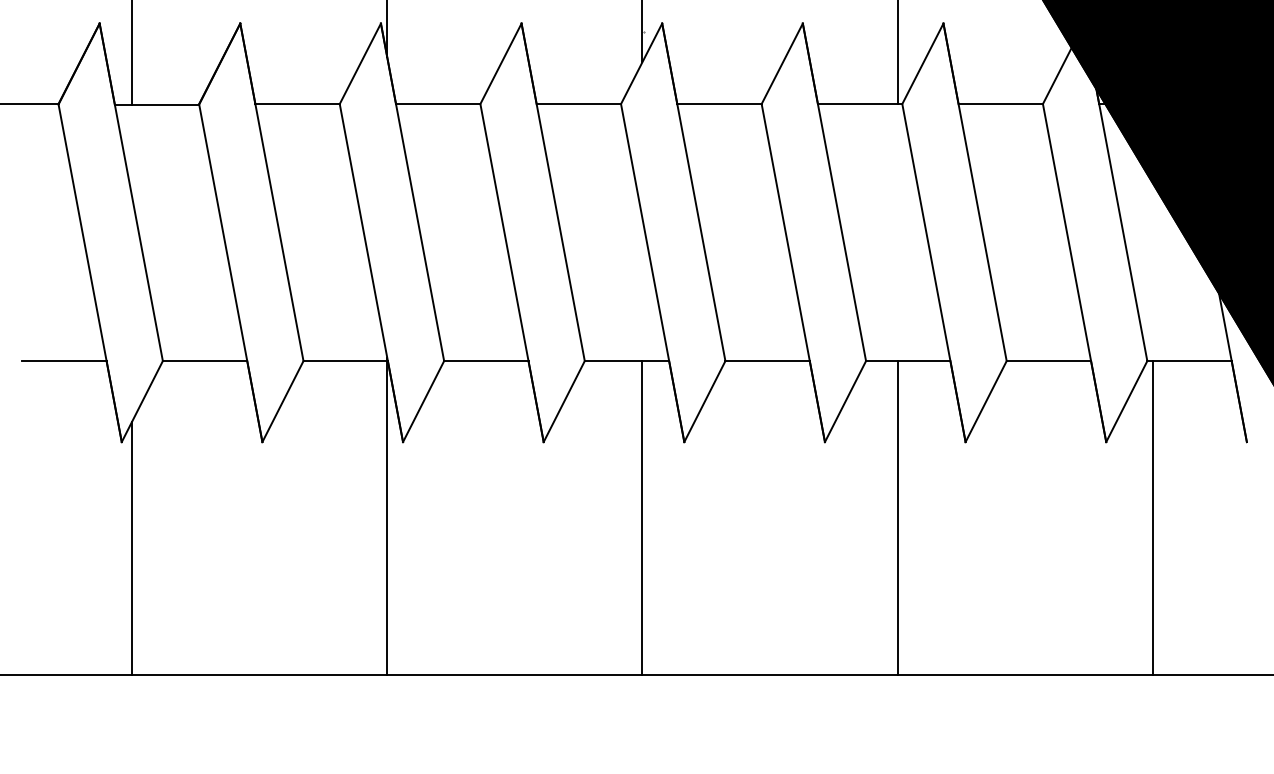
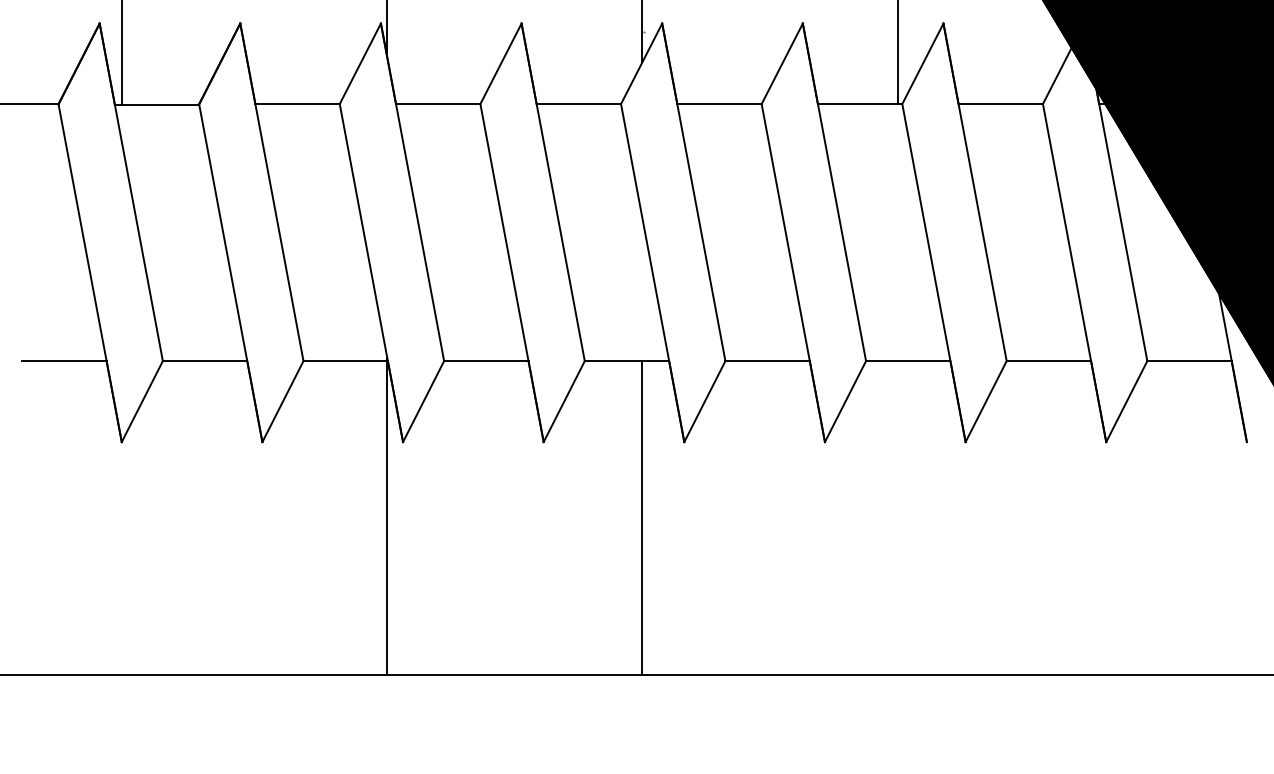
line at (132, 53) position: (132, 53) -> (122, 53)
line at (897, 517): present -> none
line at (1152, 517): present -> none
line at (132, 547): present -> none
